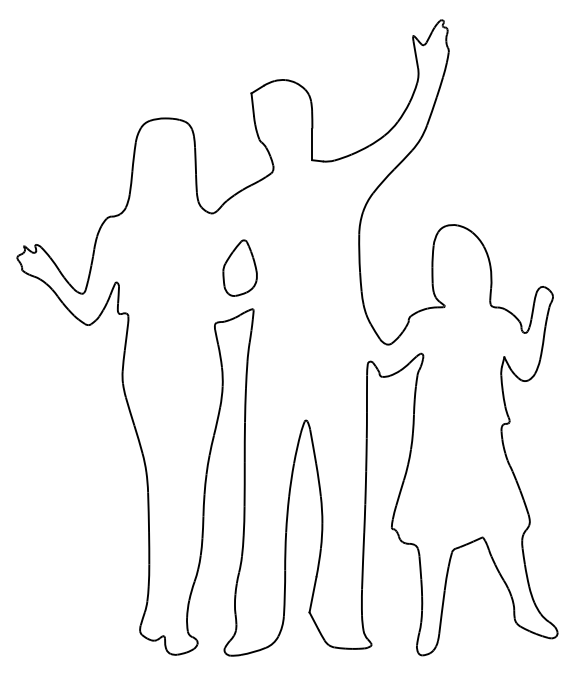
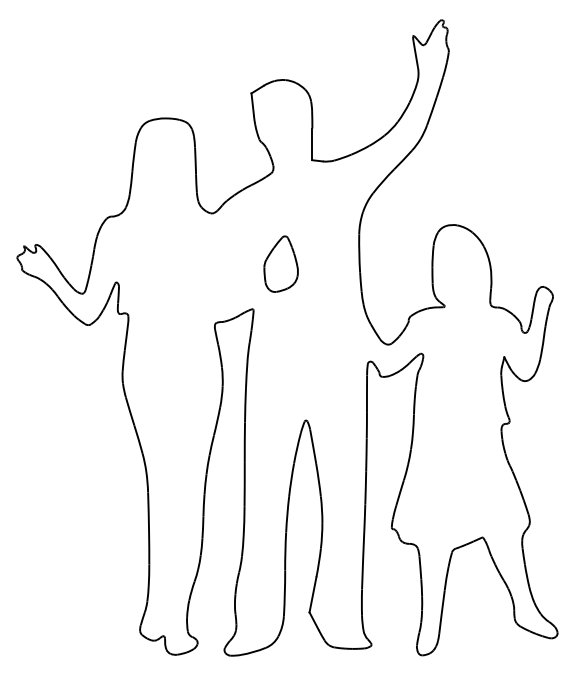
part at (239, 267) position: (239, 267) -> (280, 263)
